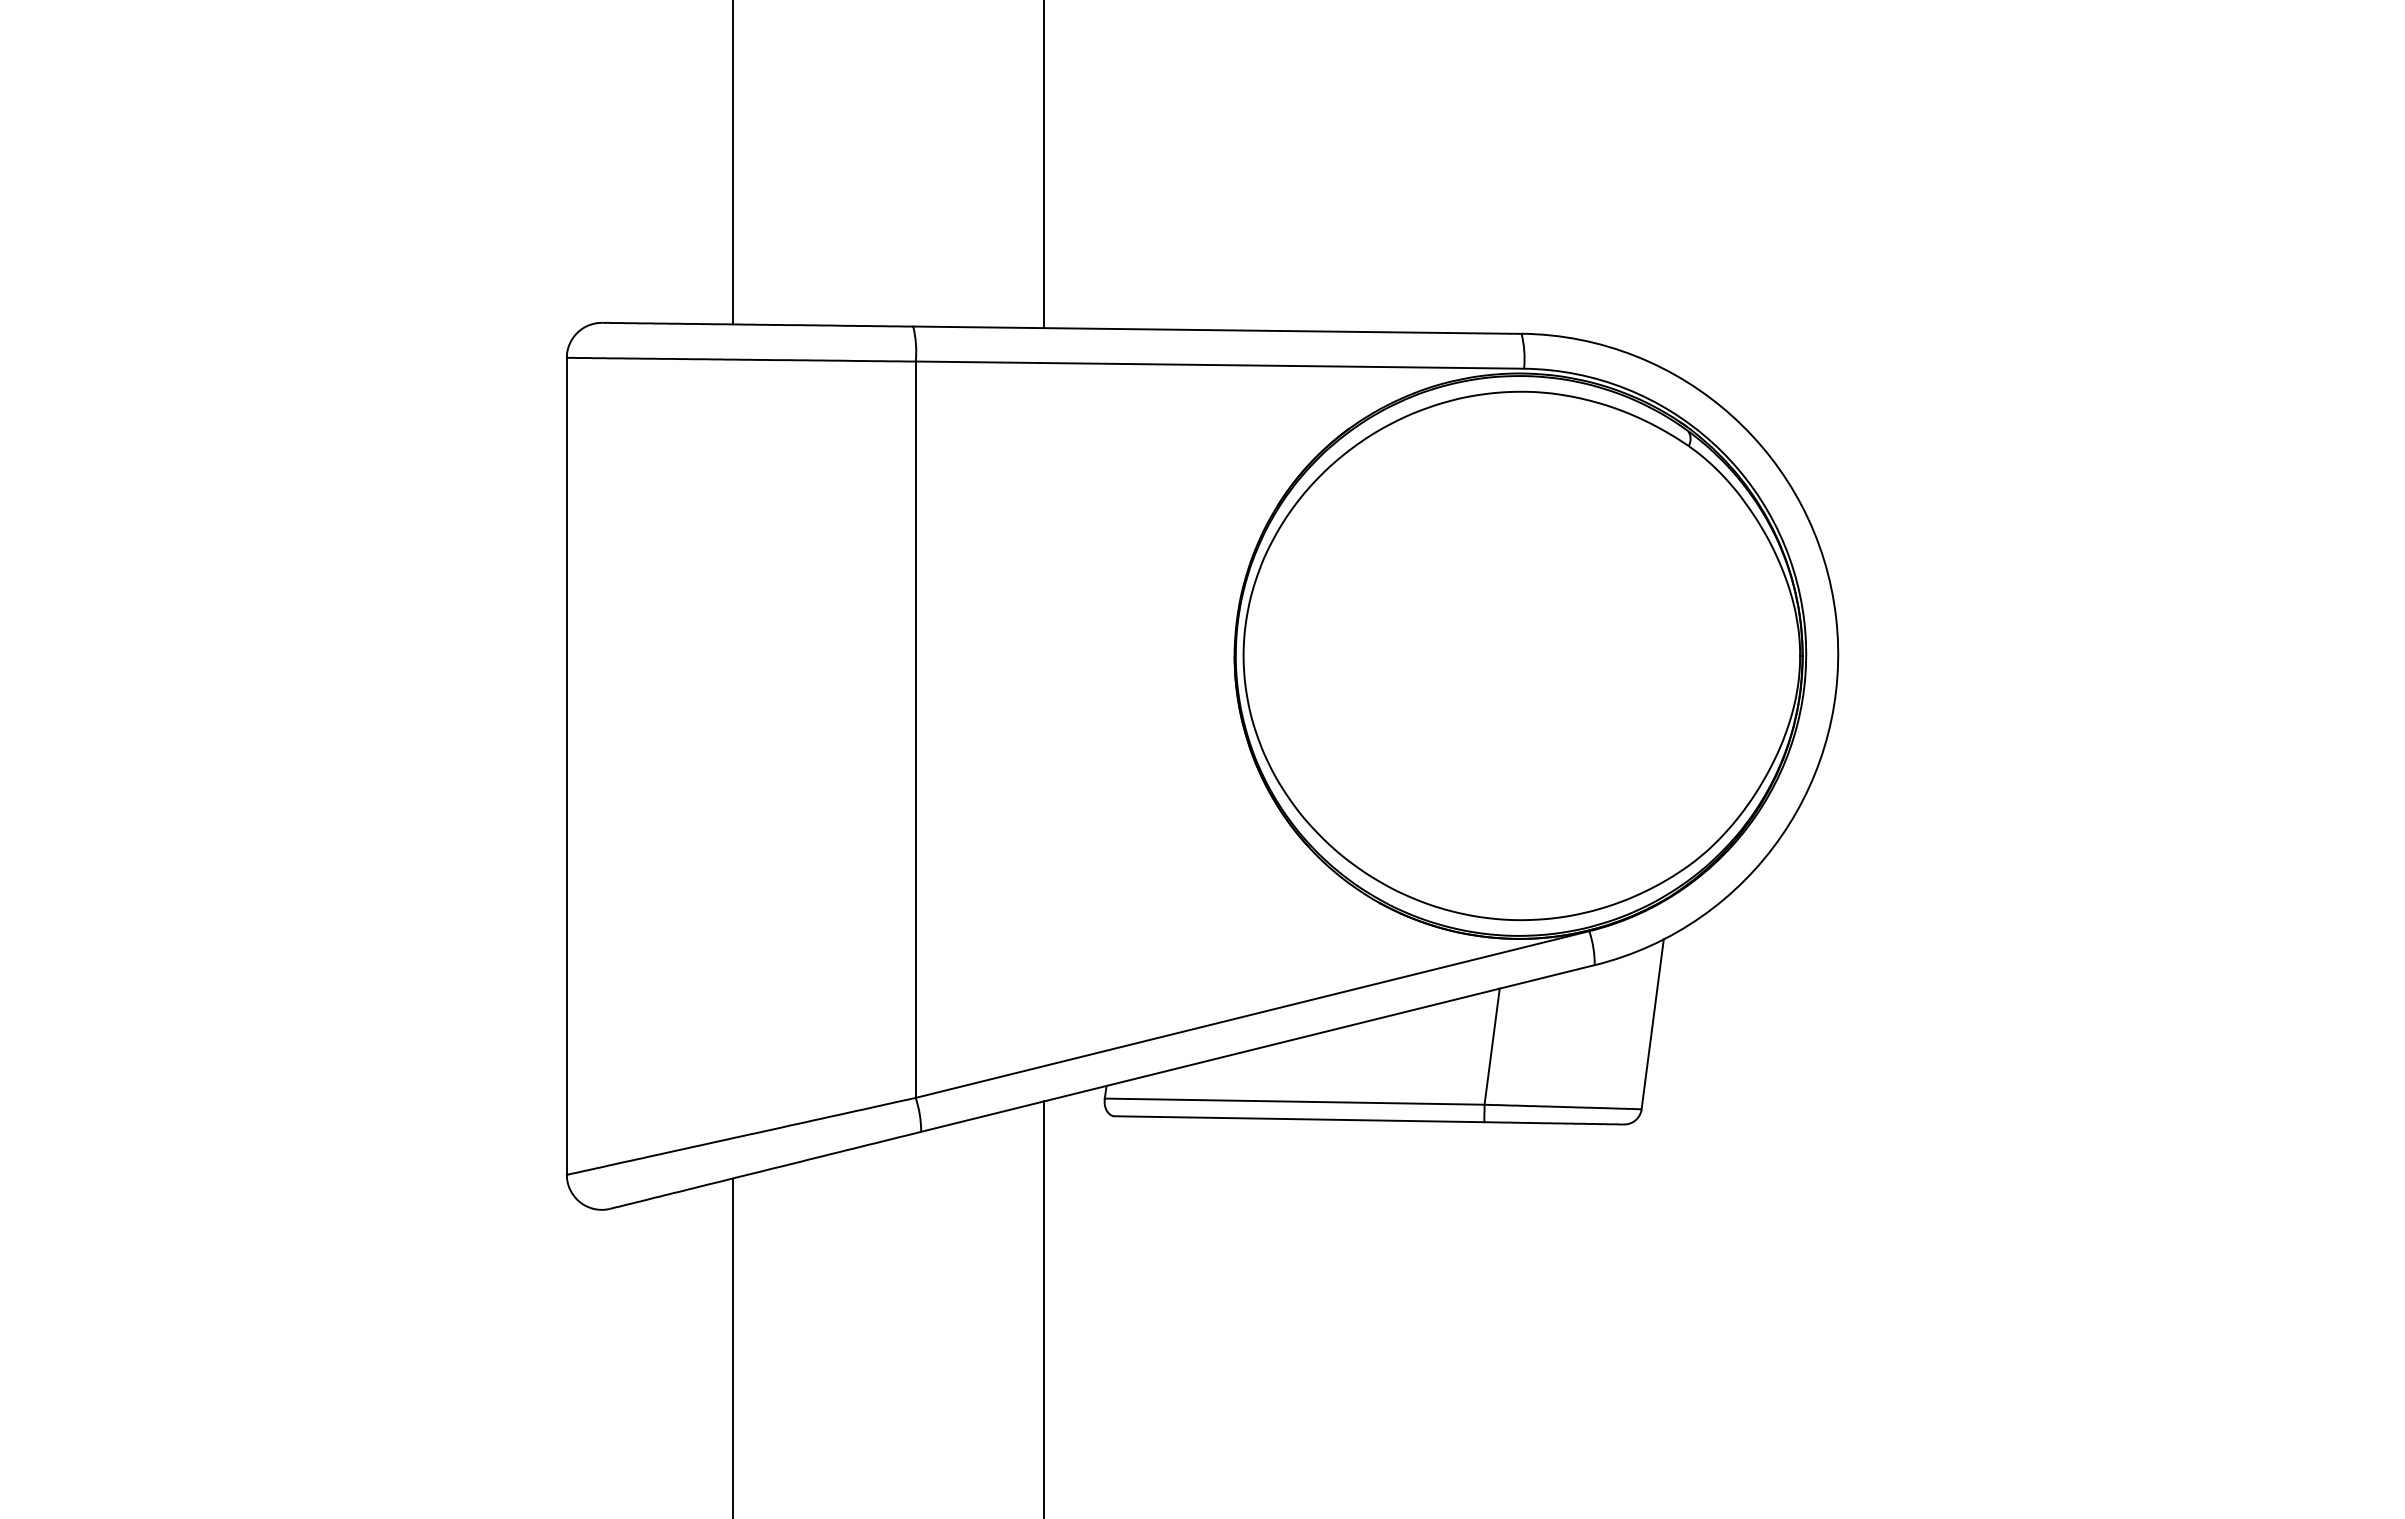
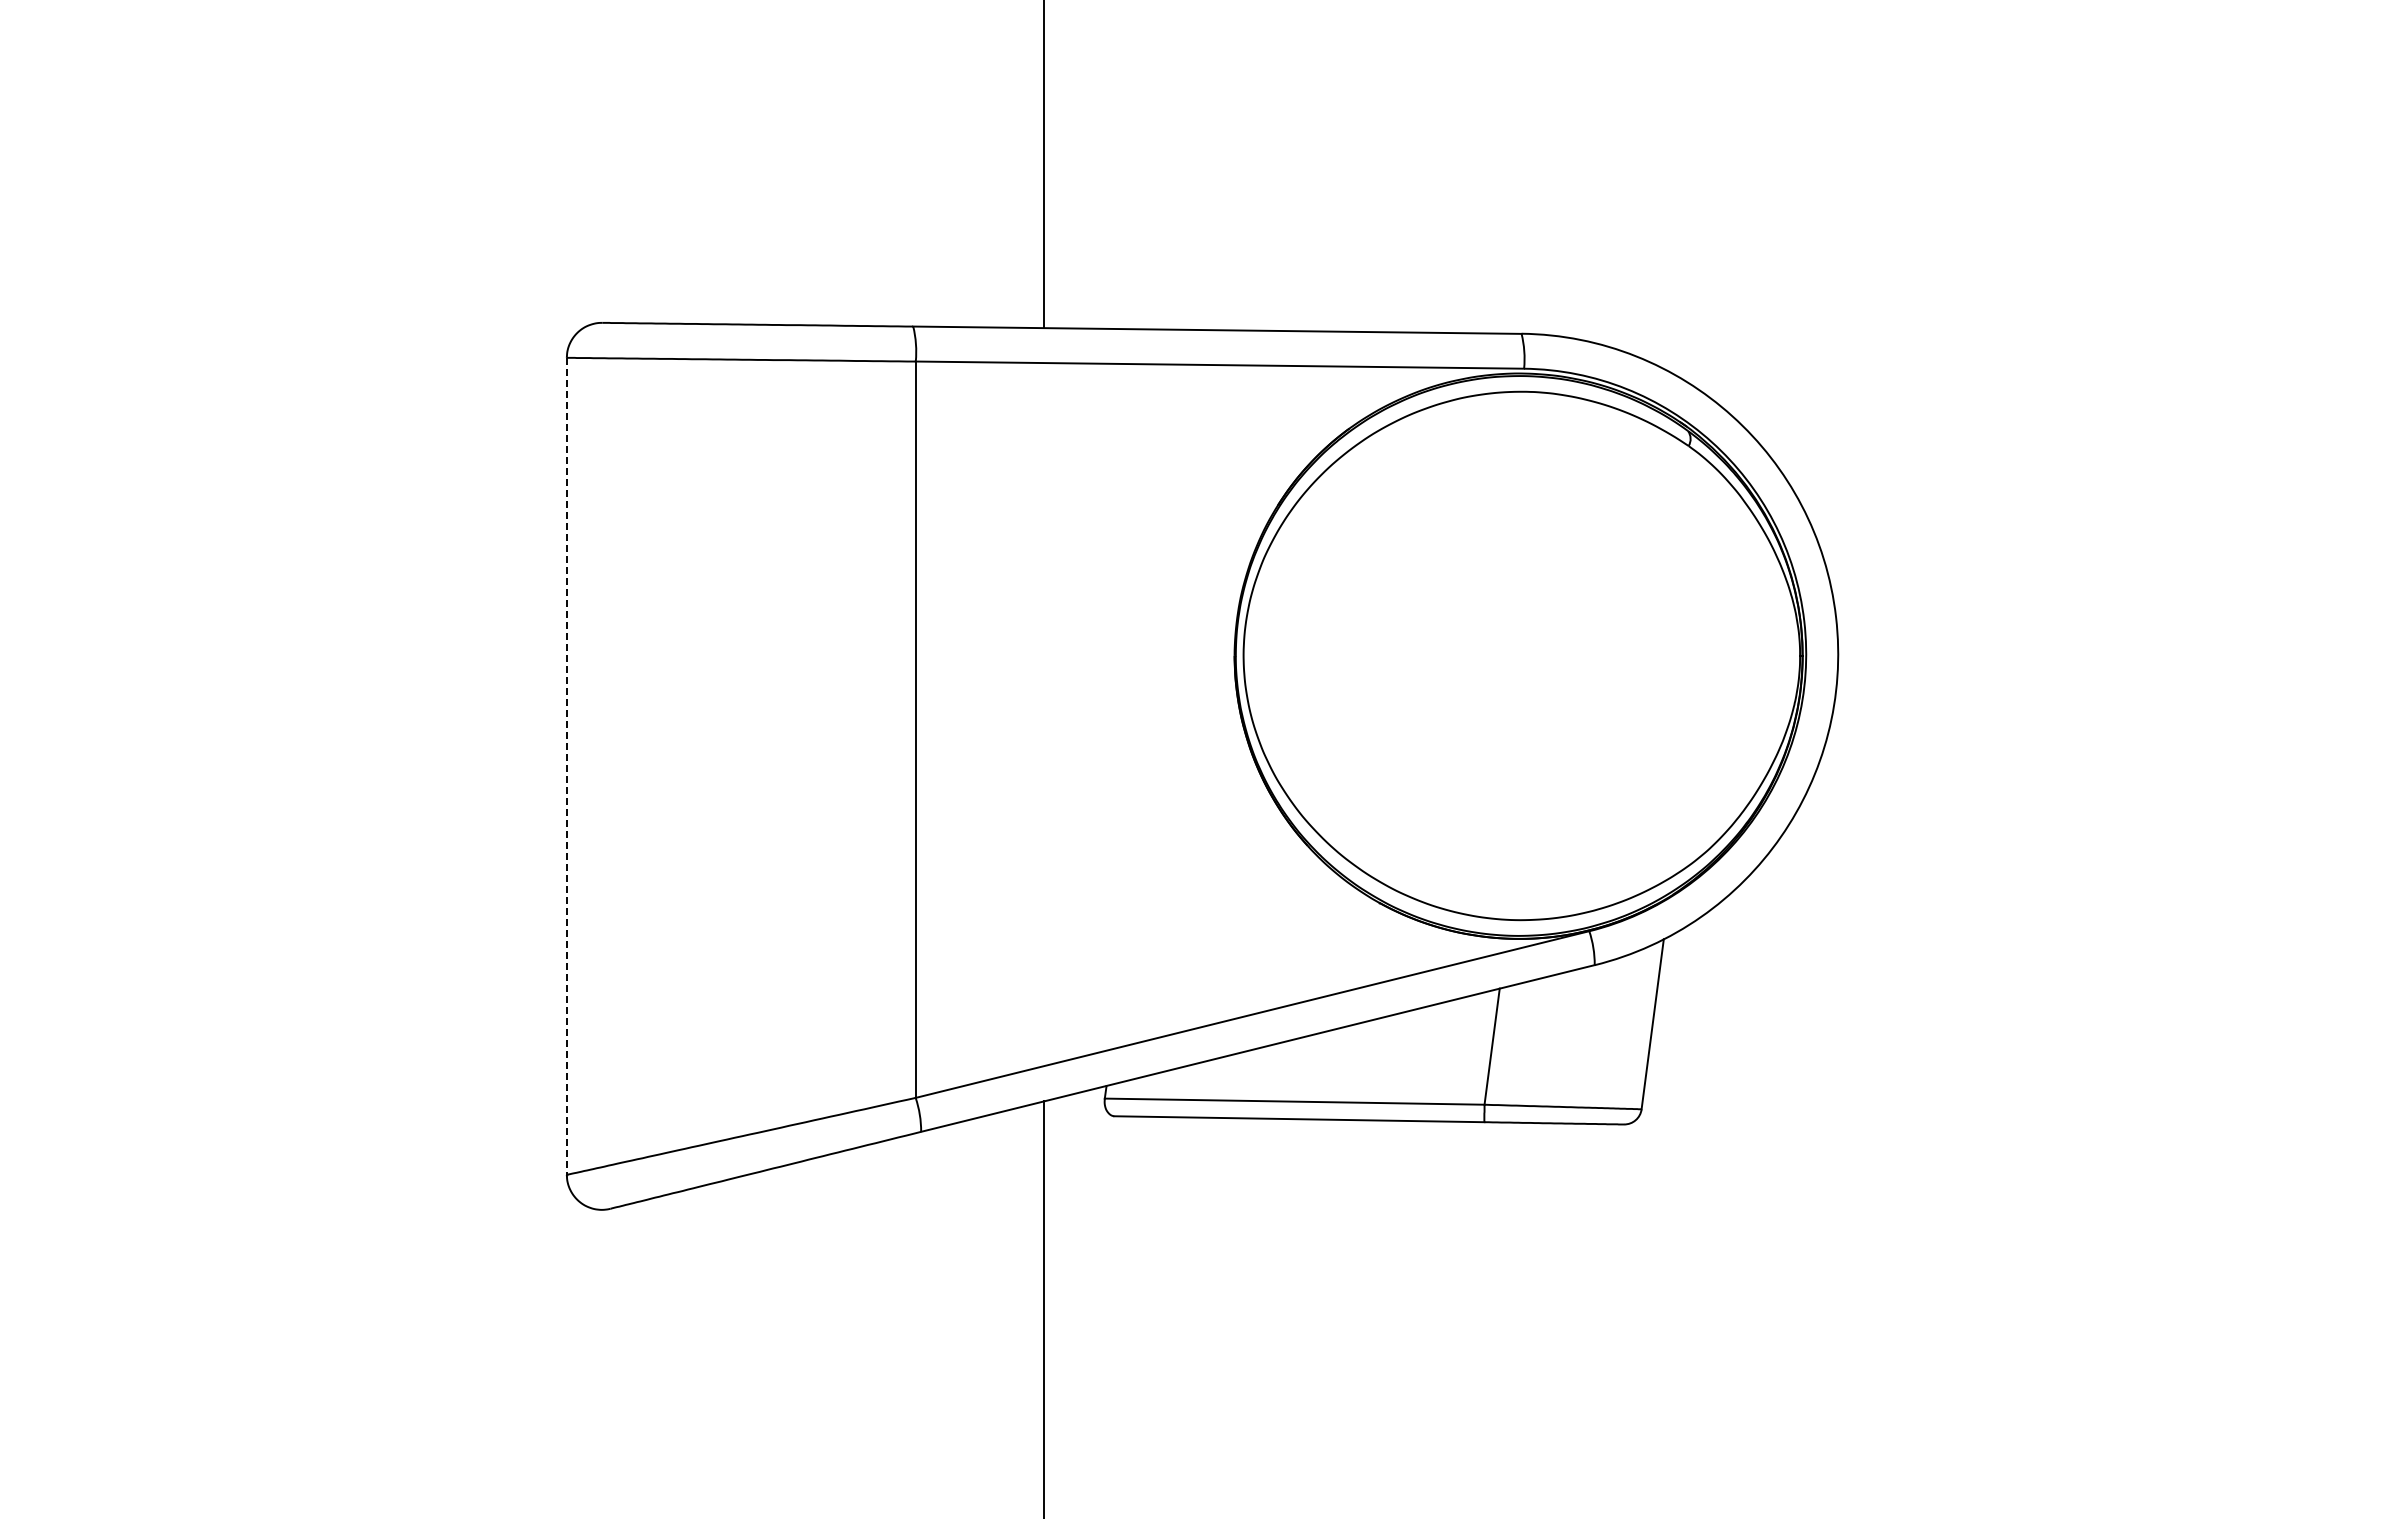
line at (732, 163): present -> none
line at (566, 766): solid -> dashed
line at (732, 1346): present -> none
